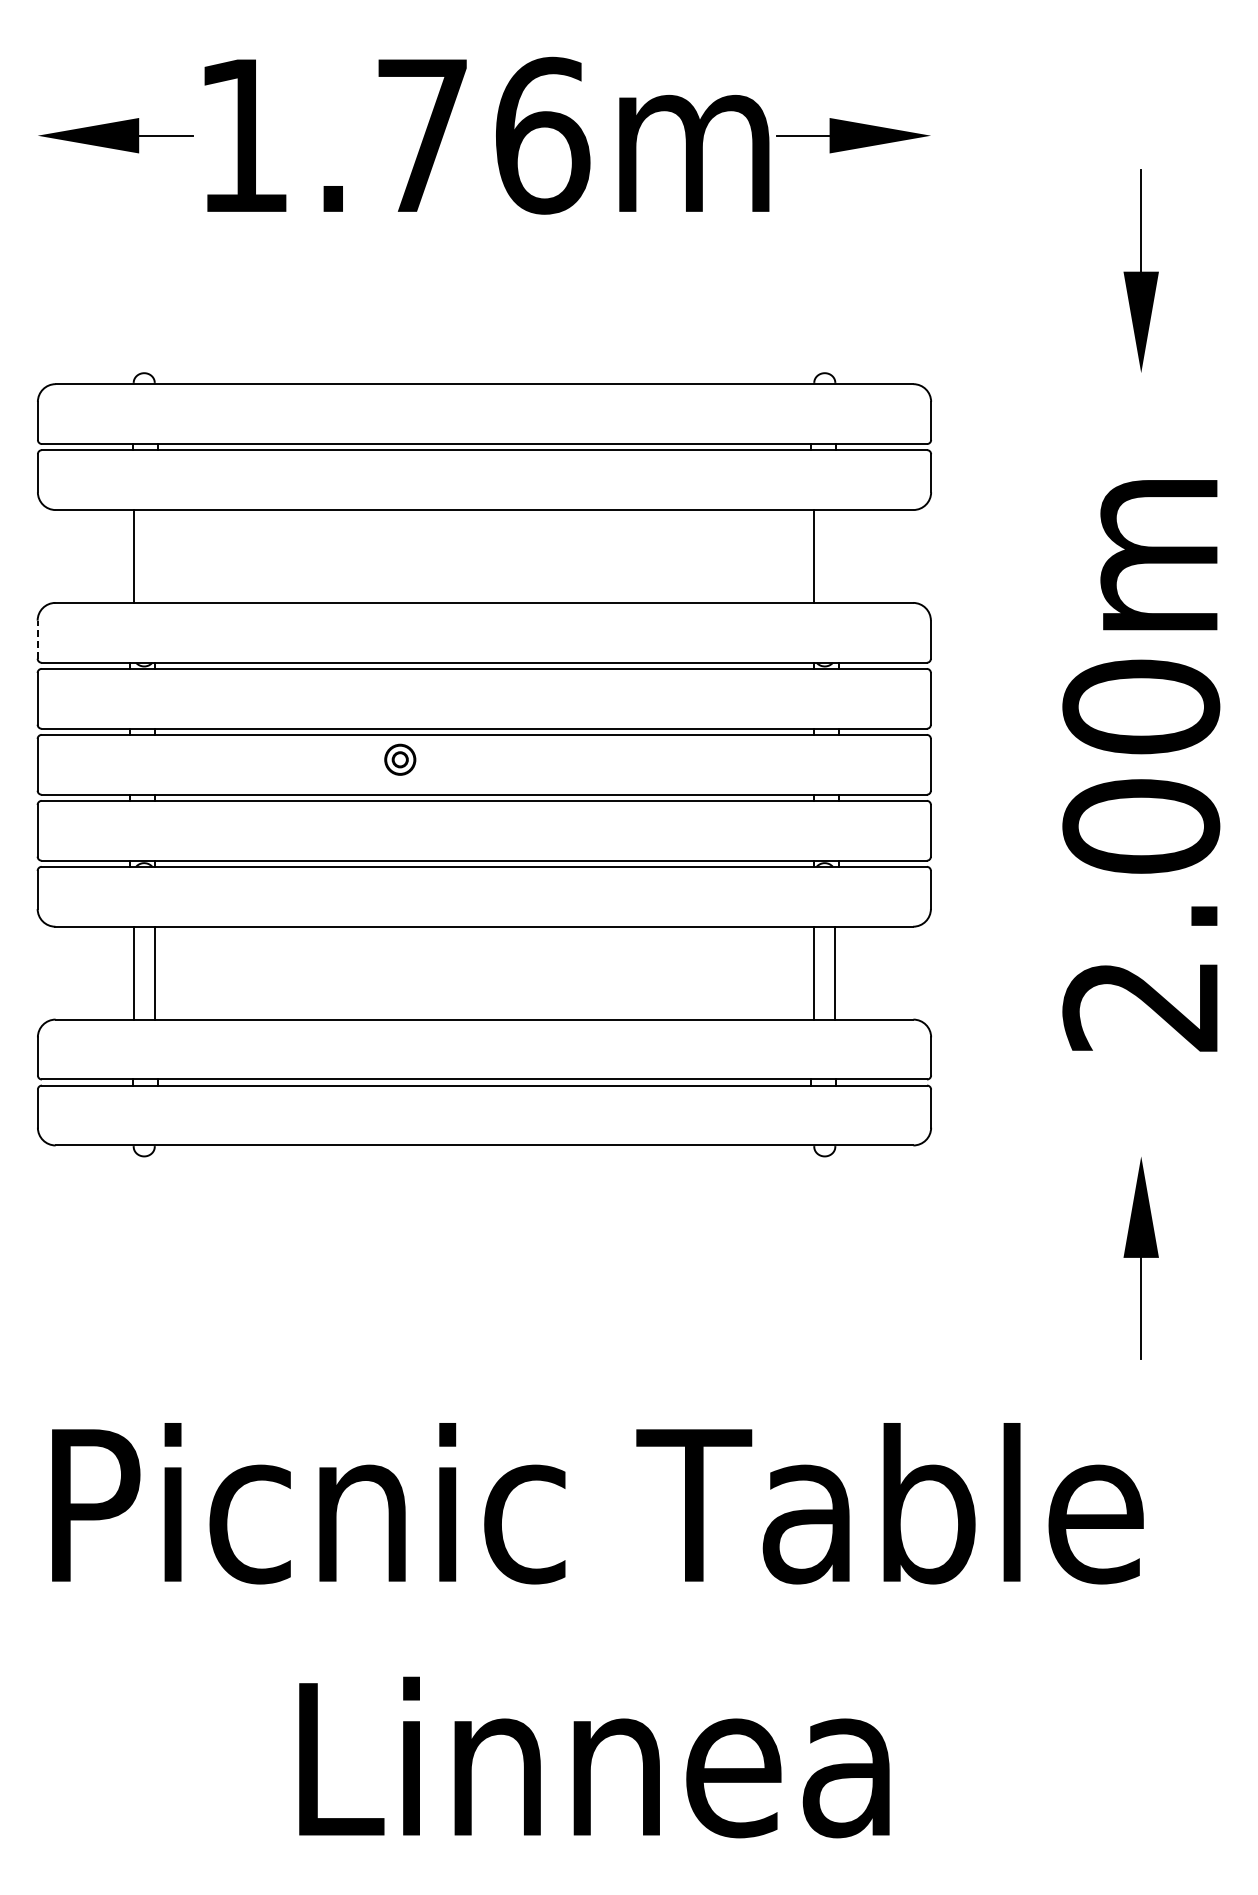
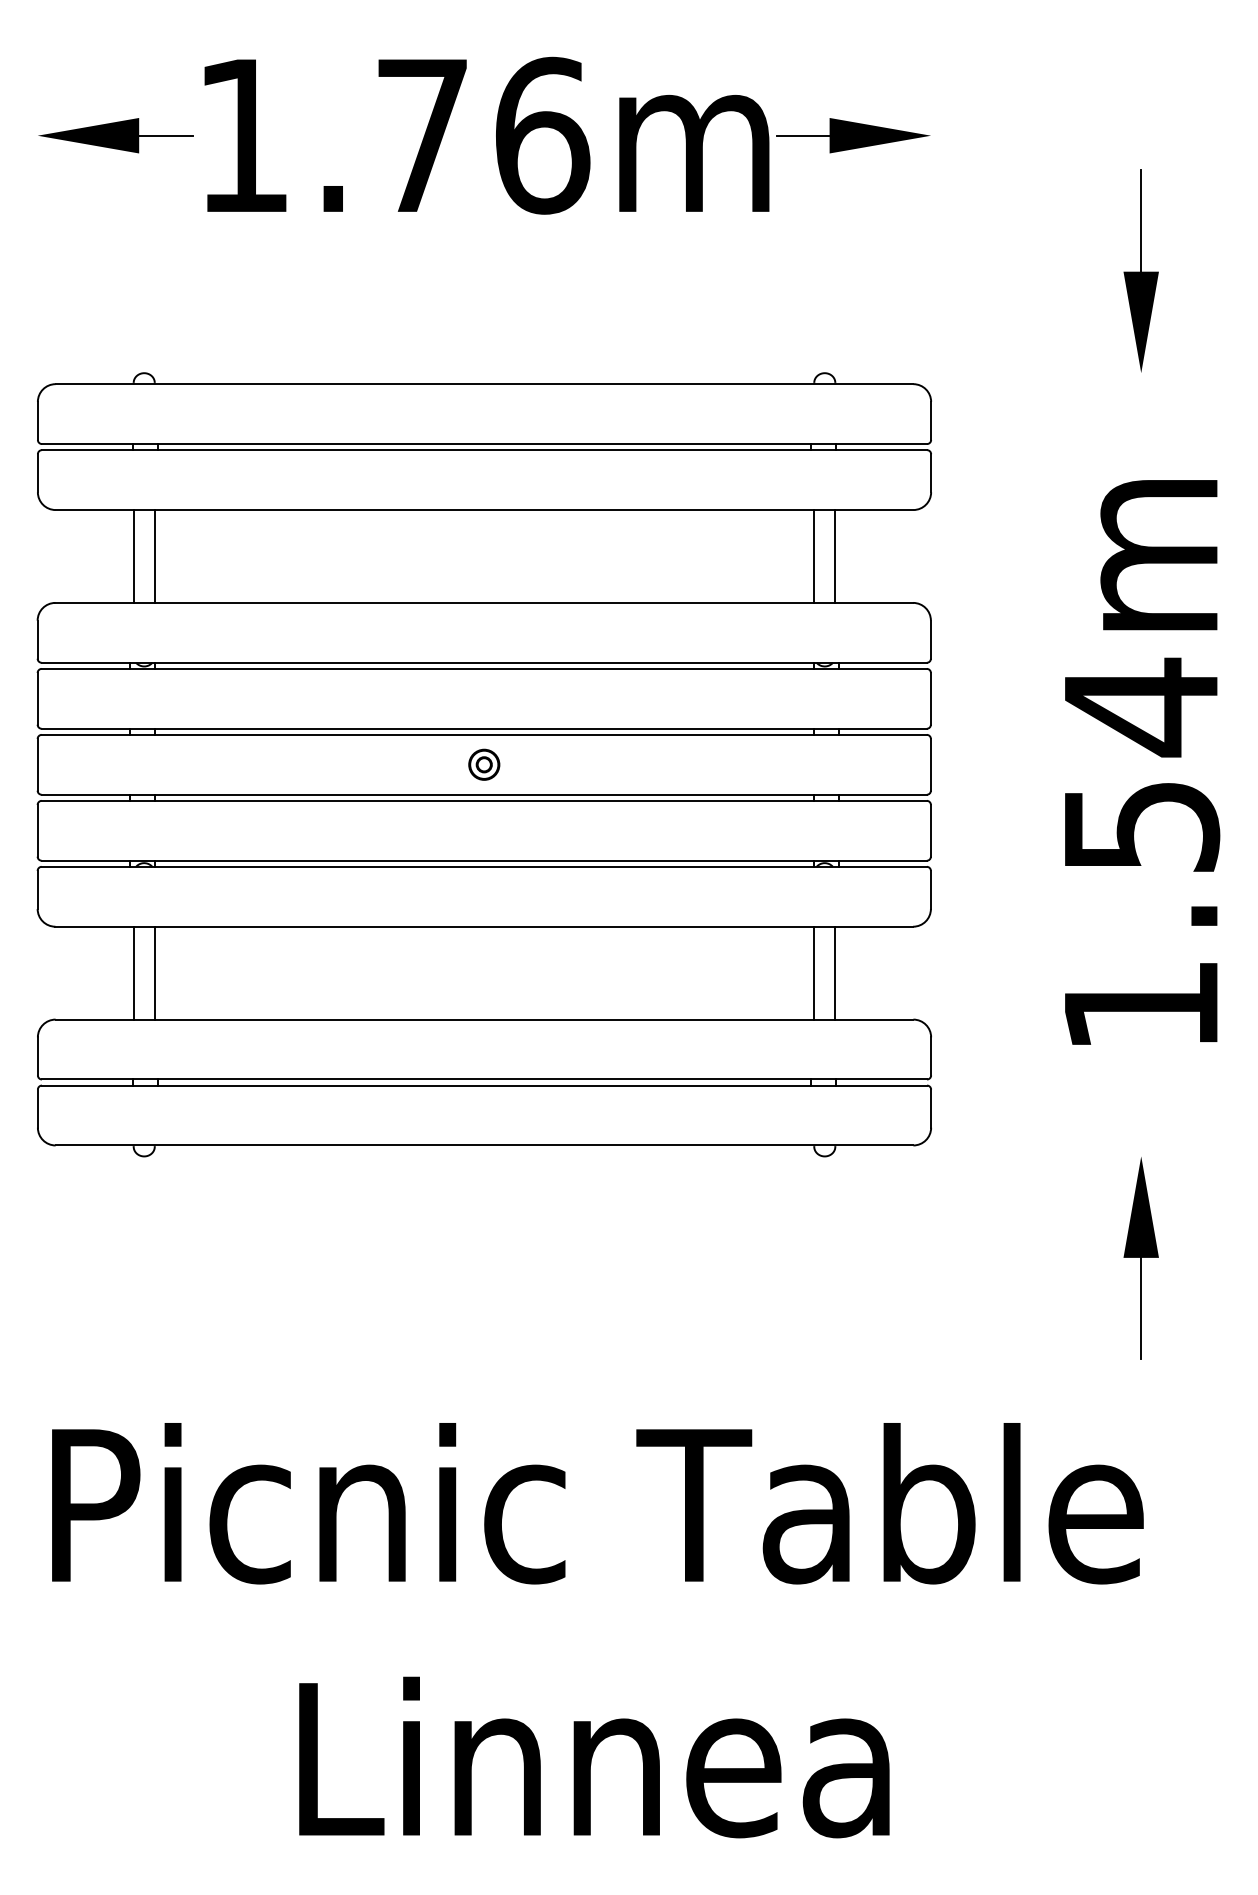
line at (154, 556): none -> present
line at (835, 556): none -> present
line at (37, 639): dashed -> solid
part at (400, 759) position: (400, 759) -> (484, 764)
text at (1141, 854): 2.00m -> 1.54m
